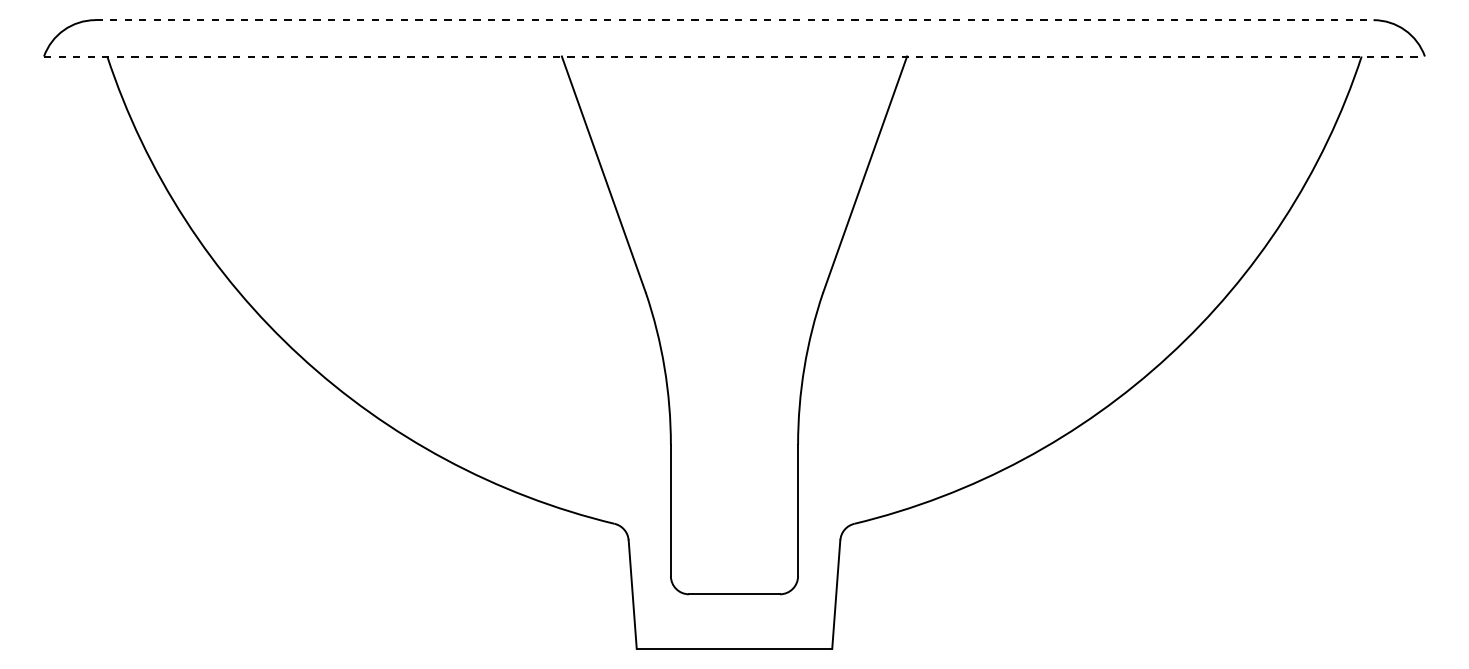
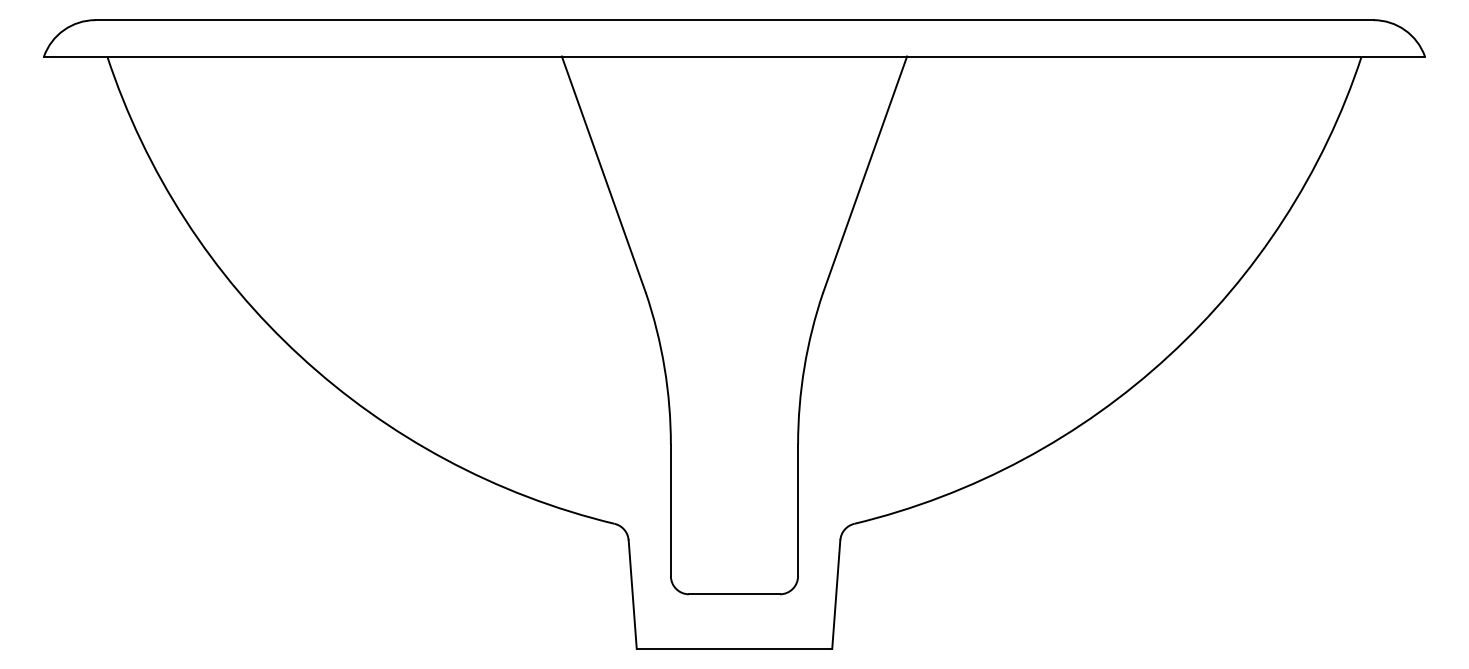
line at (734, 20): dashed -> solid
line at (734, 56): dashed -> solid
